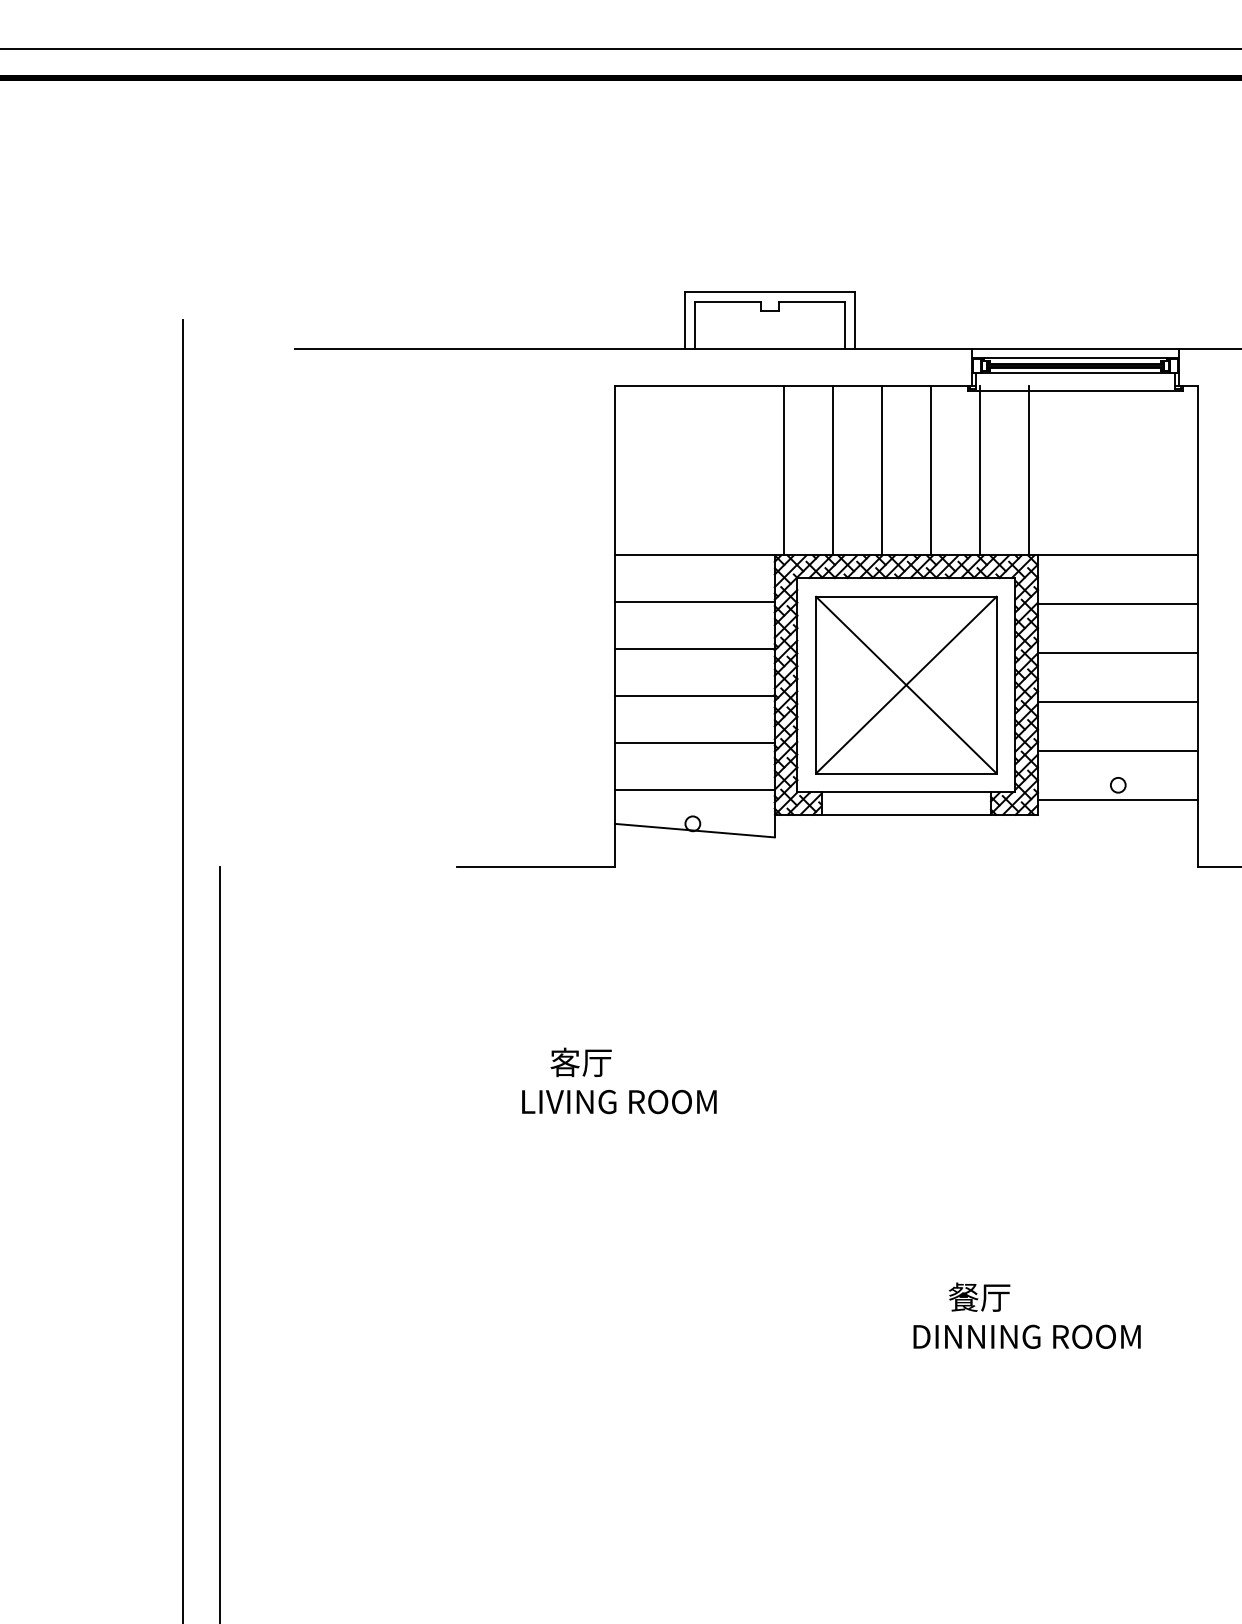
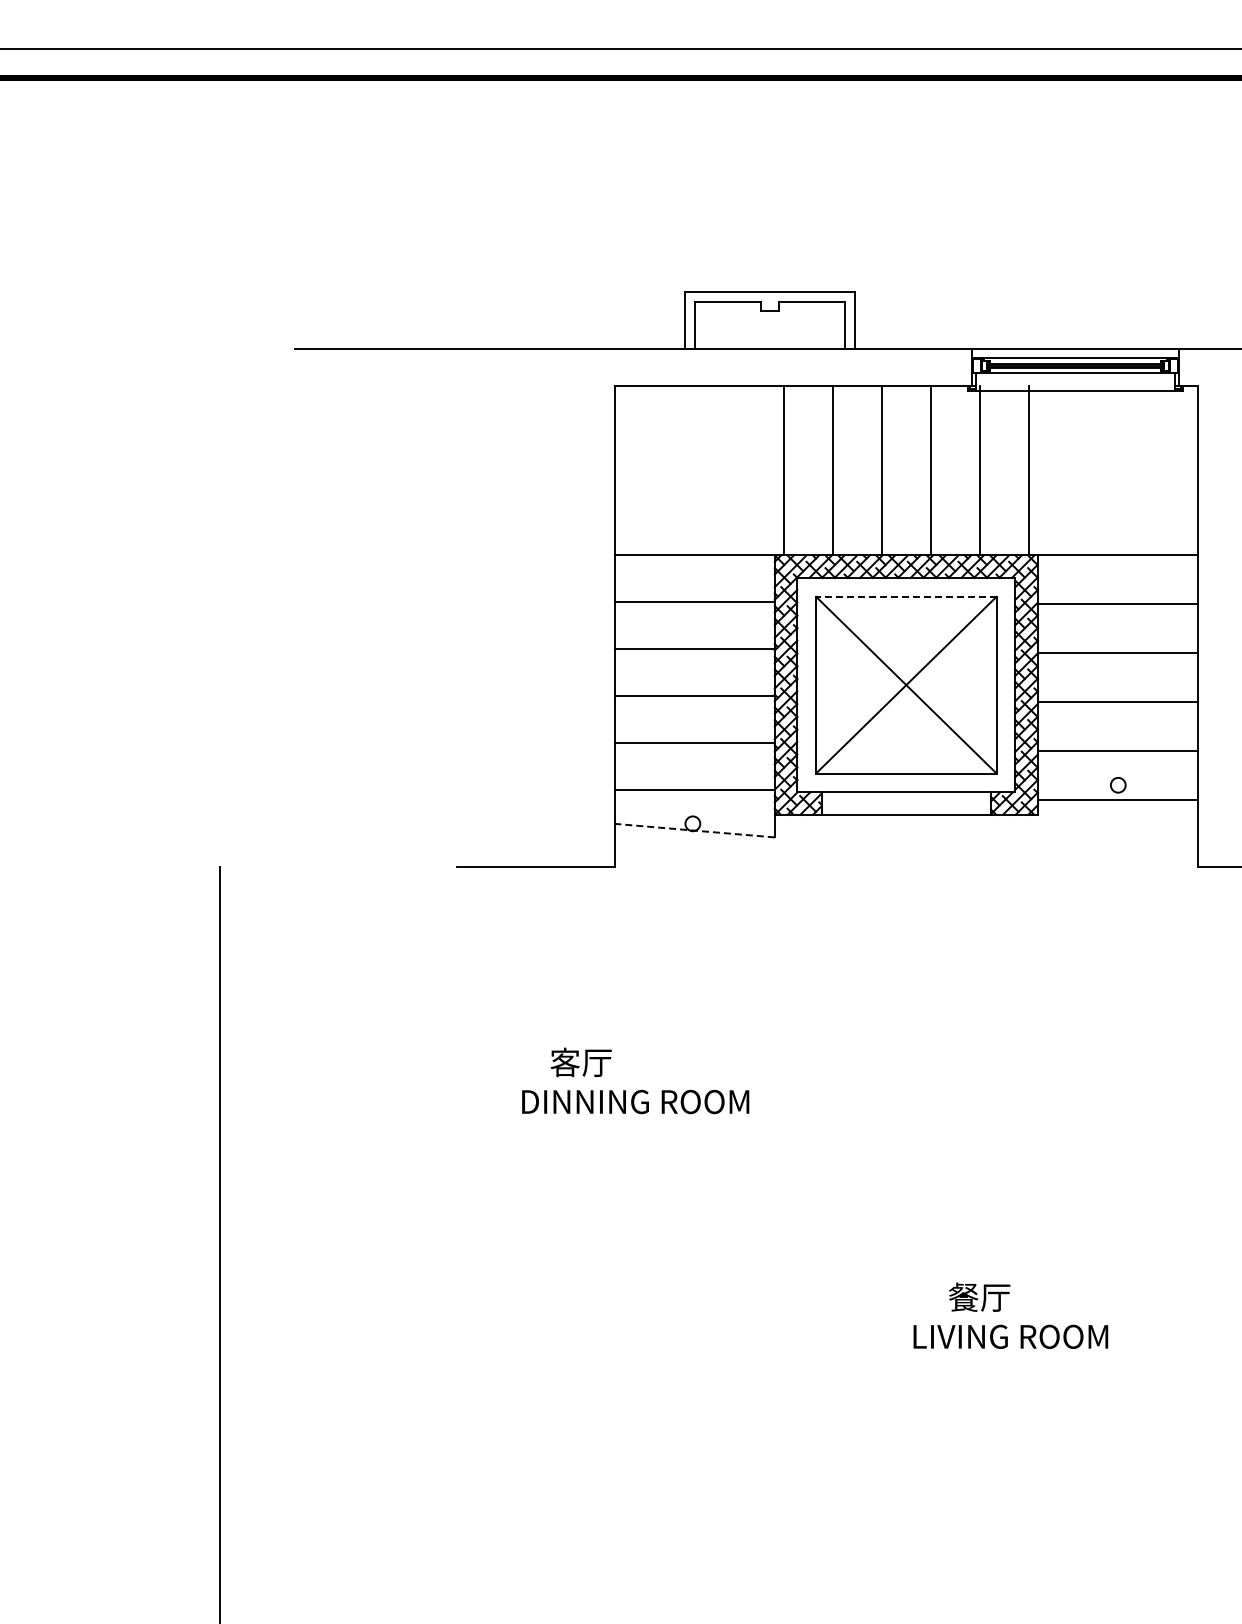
line at (905, 596): solid -> dashed
line at (694, 830): solid -> dashed
line at (182, 970): present -> none
text at (637, 1101): LIVING ROOM -> DINNING ROOM
text at (1028, 1336): DINNING ROOM -> LIVING ROOM
